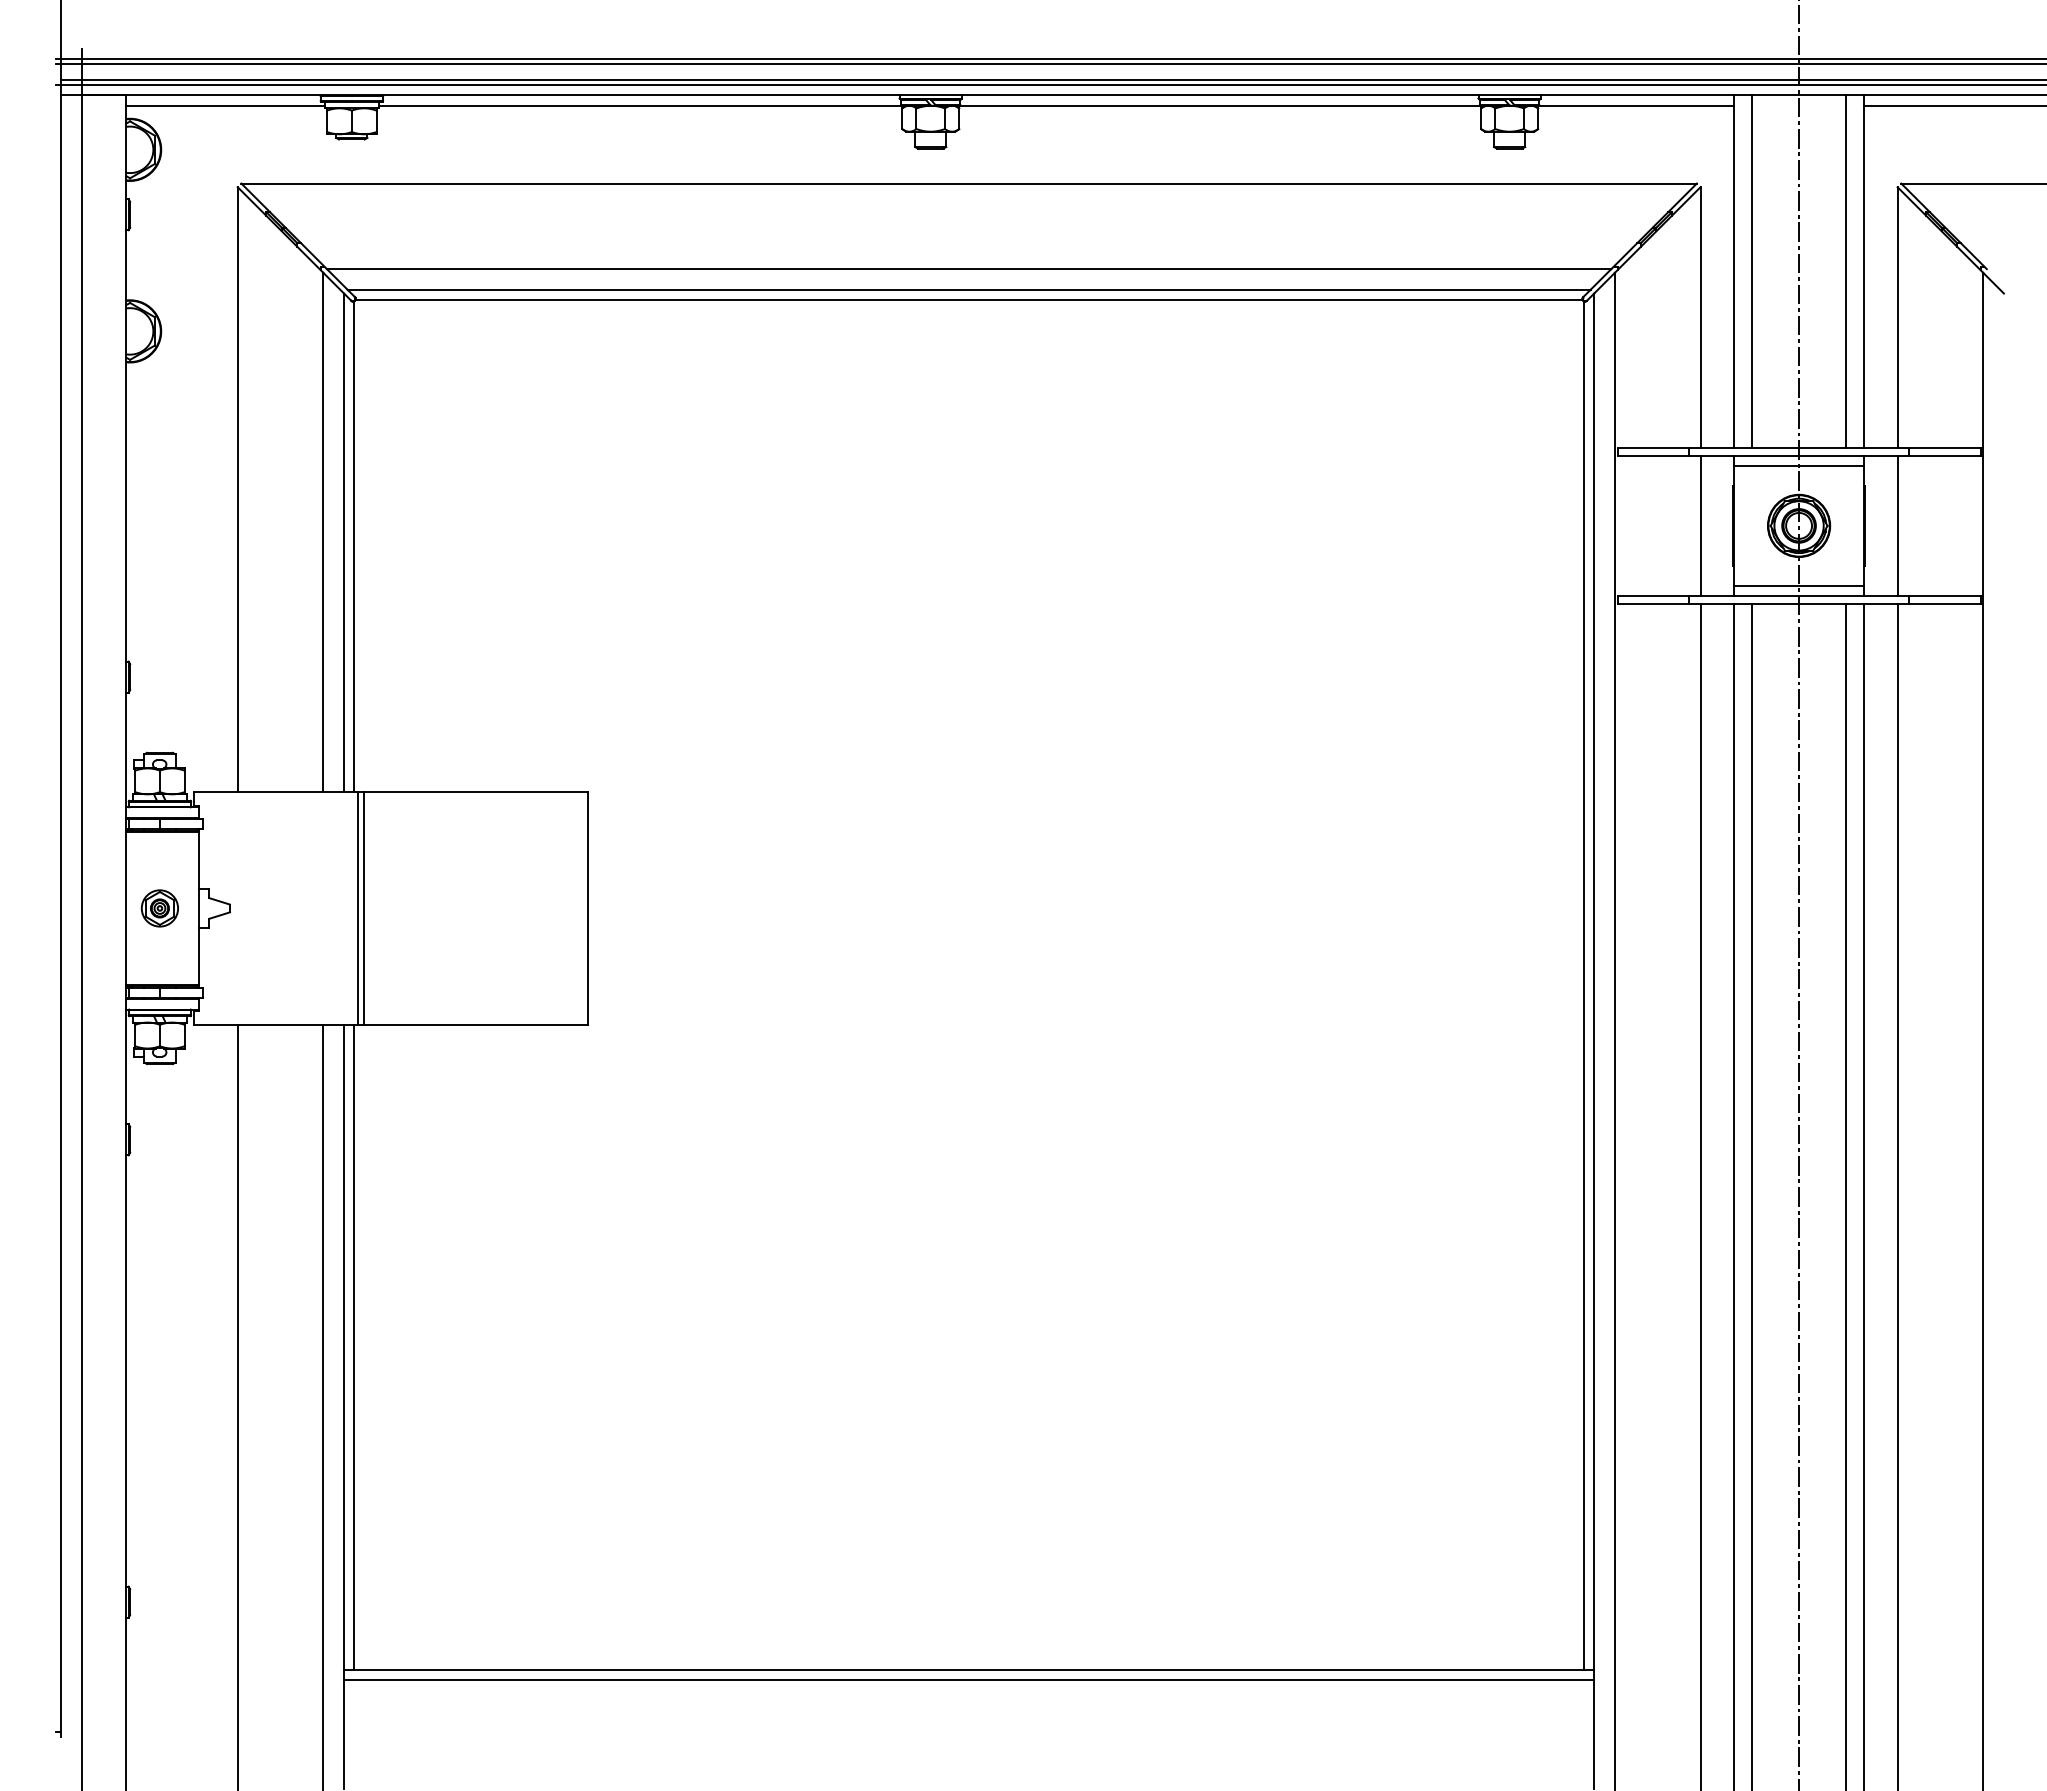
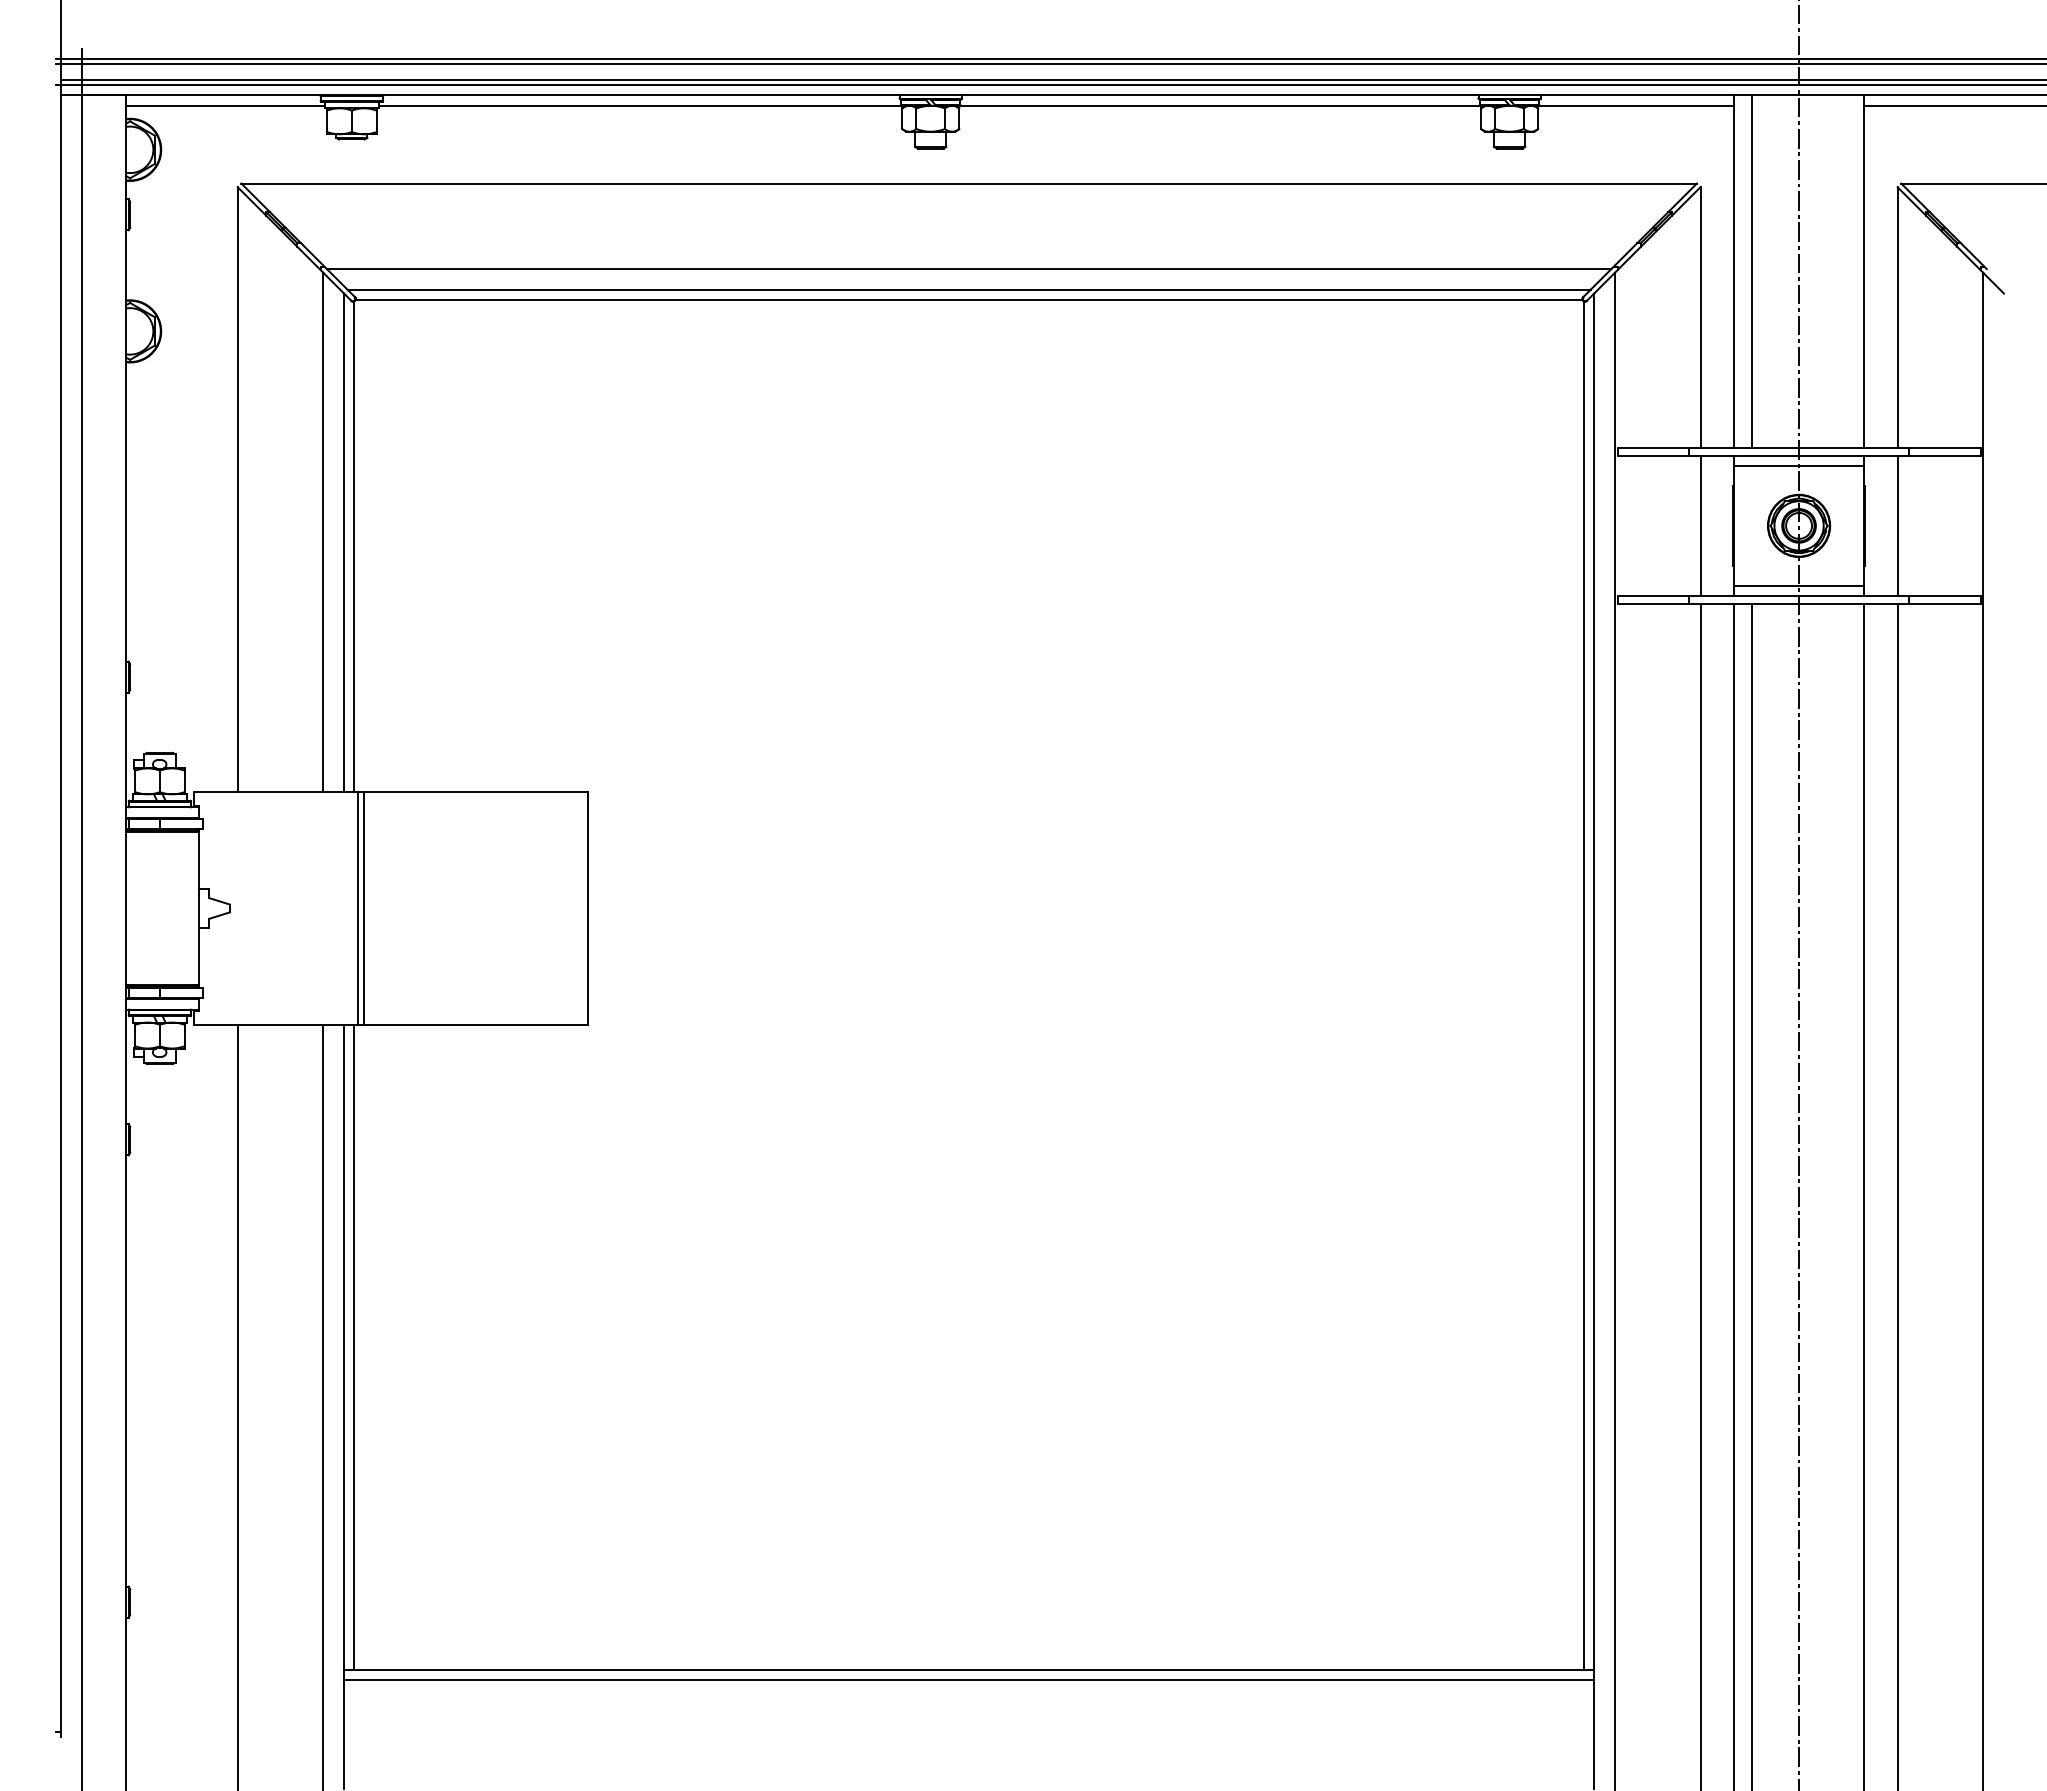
line at (1845, 271): present -> none
part at (159, 908): present -> none
line at (1845, 1195): present -> none
